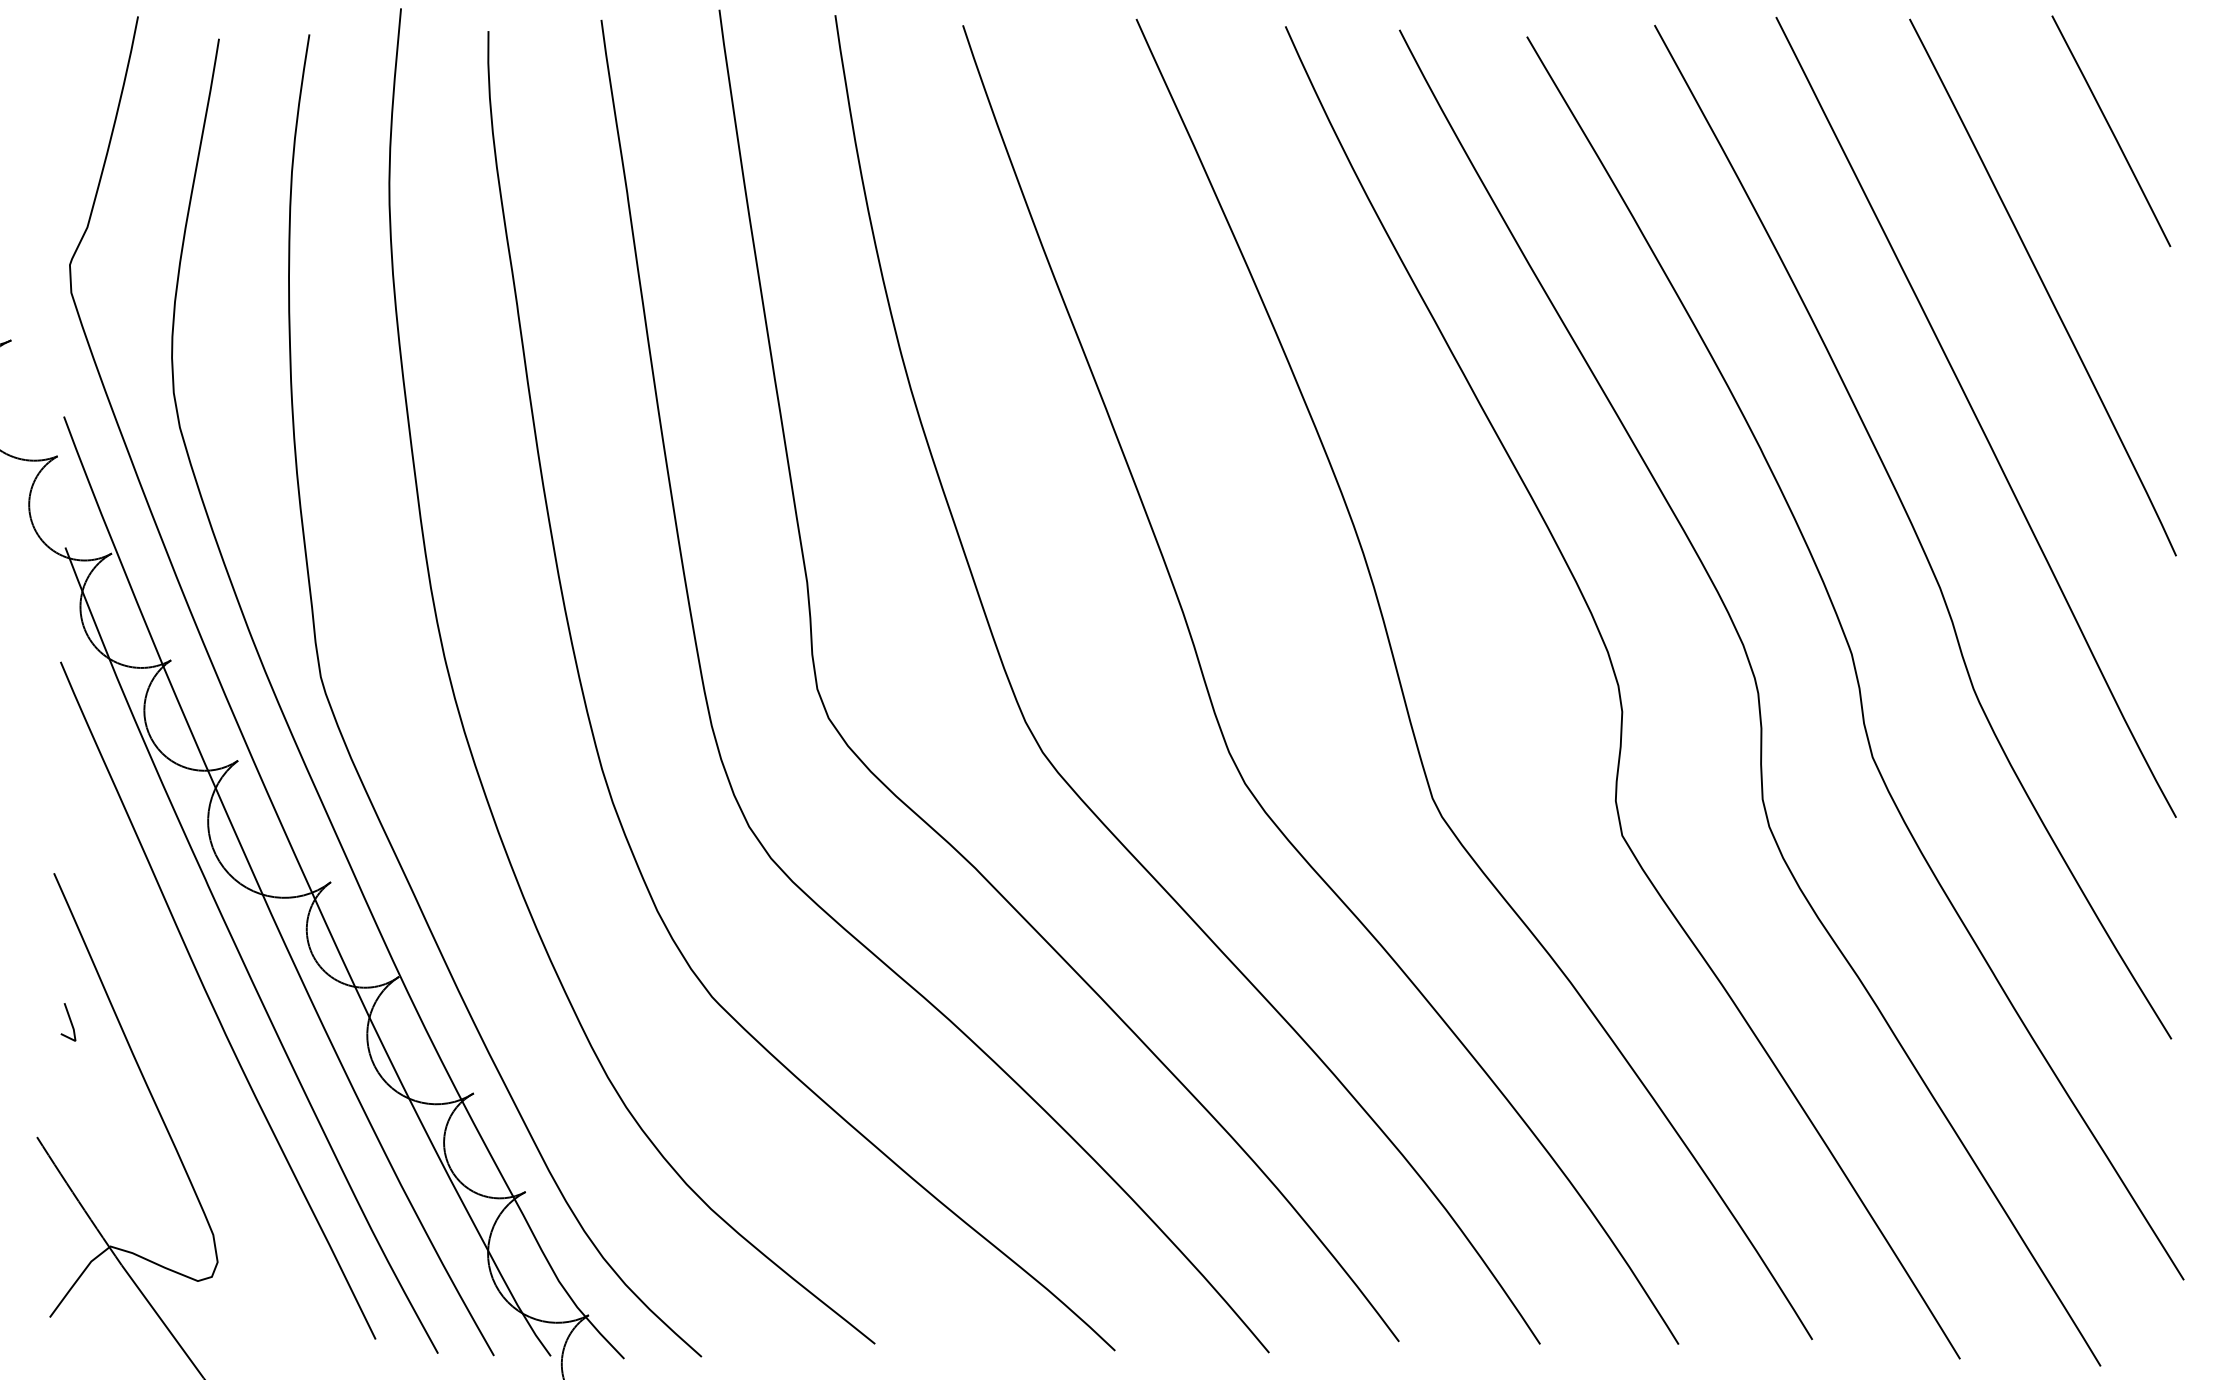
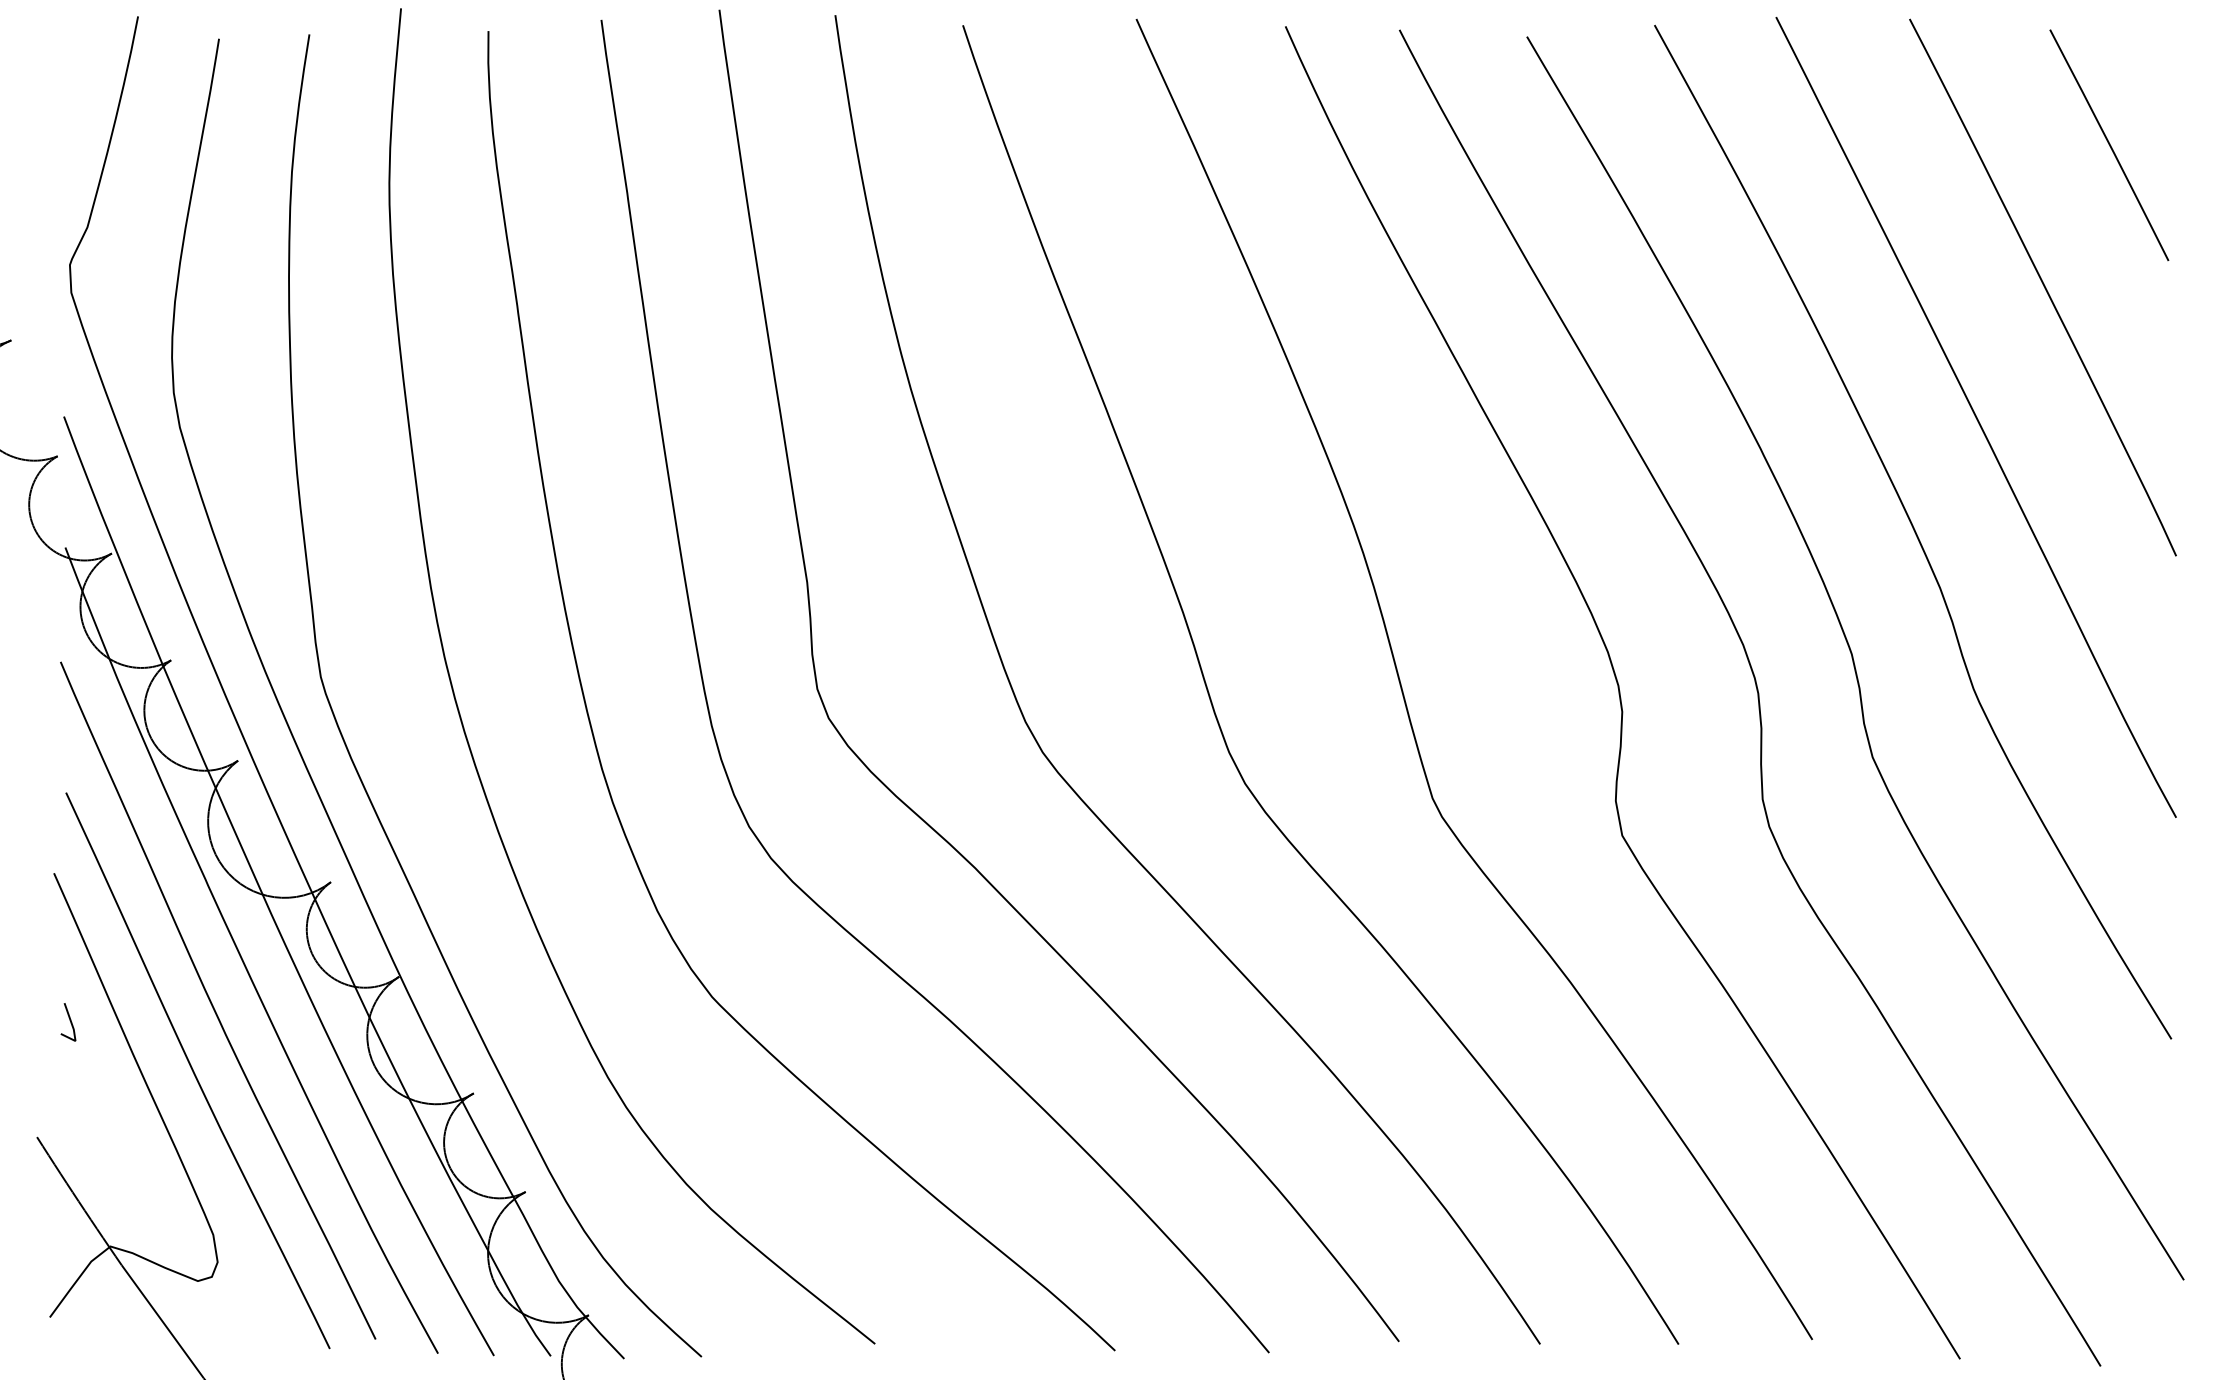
line at (2111, 131) position: (2111, 131) -> (2109, 145)
curve at (194, 1071): none -> present
